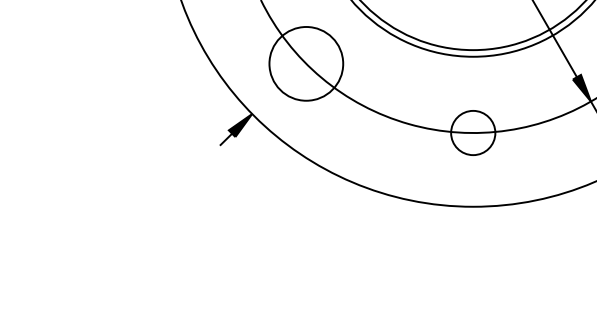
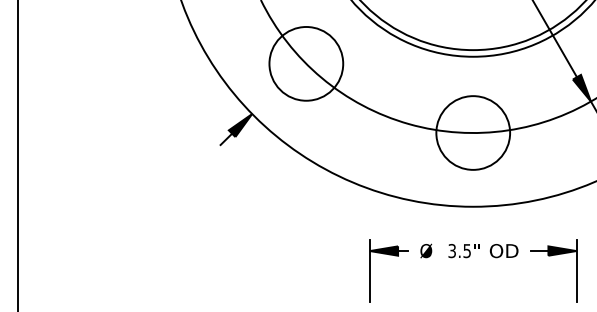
circle at (473, 132) diameter: 44 px -> 74 px
line at (17, 155): none -> present
part at (469, 257): none -> present
